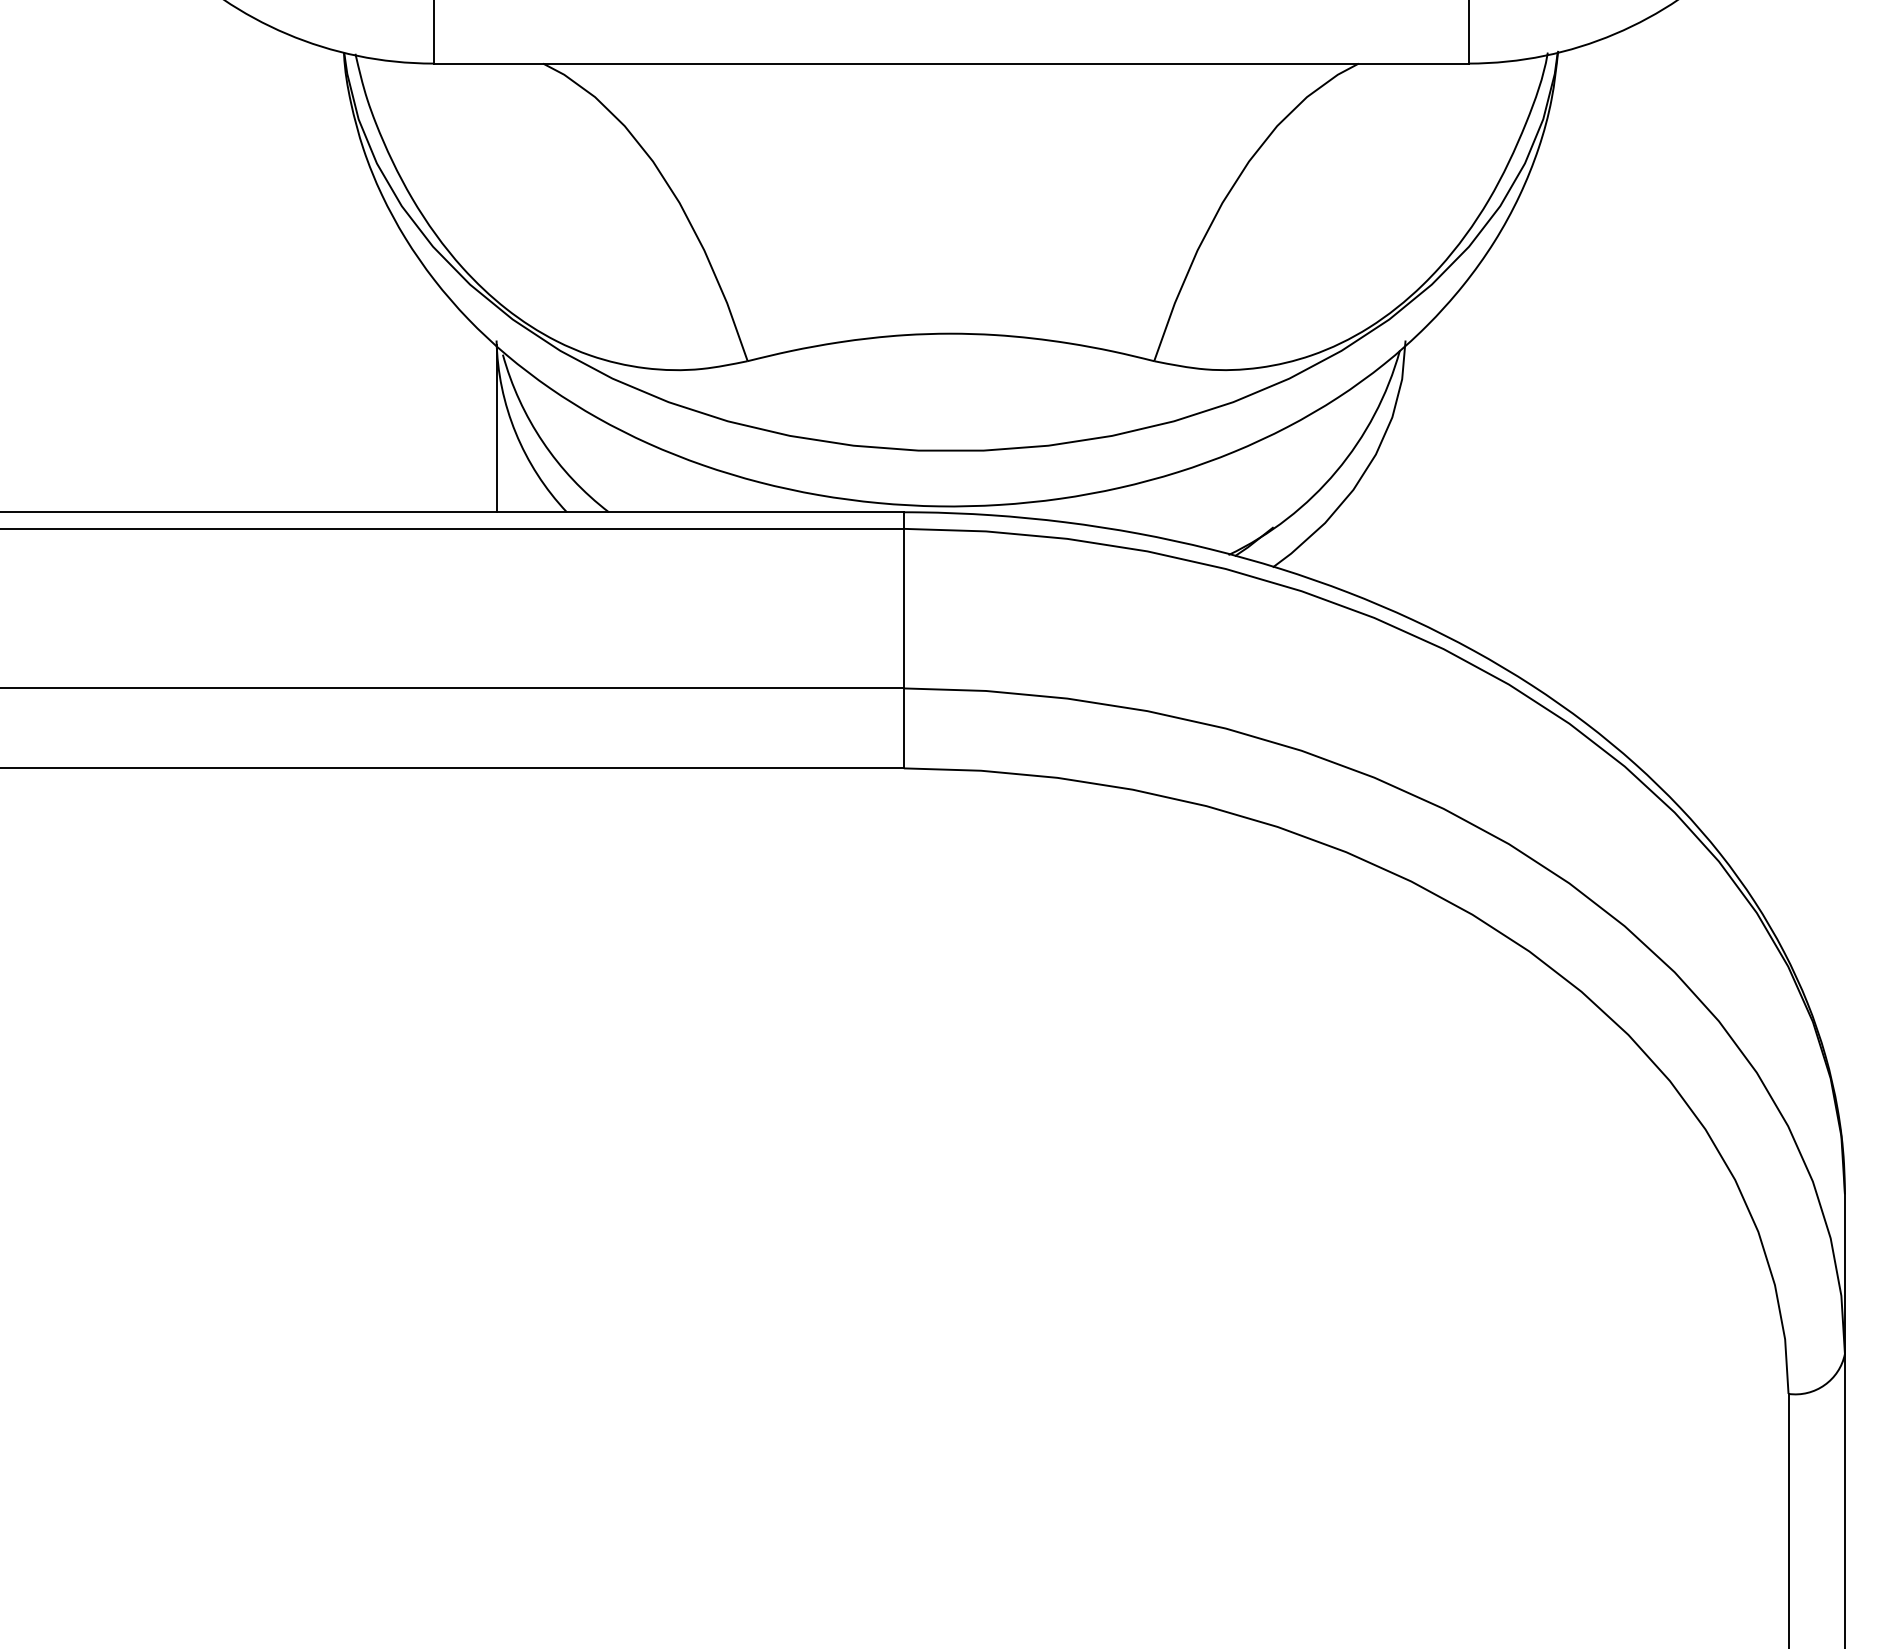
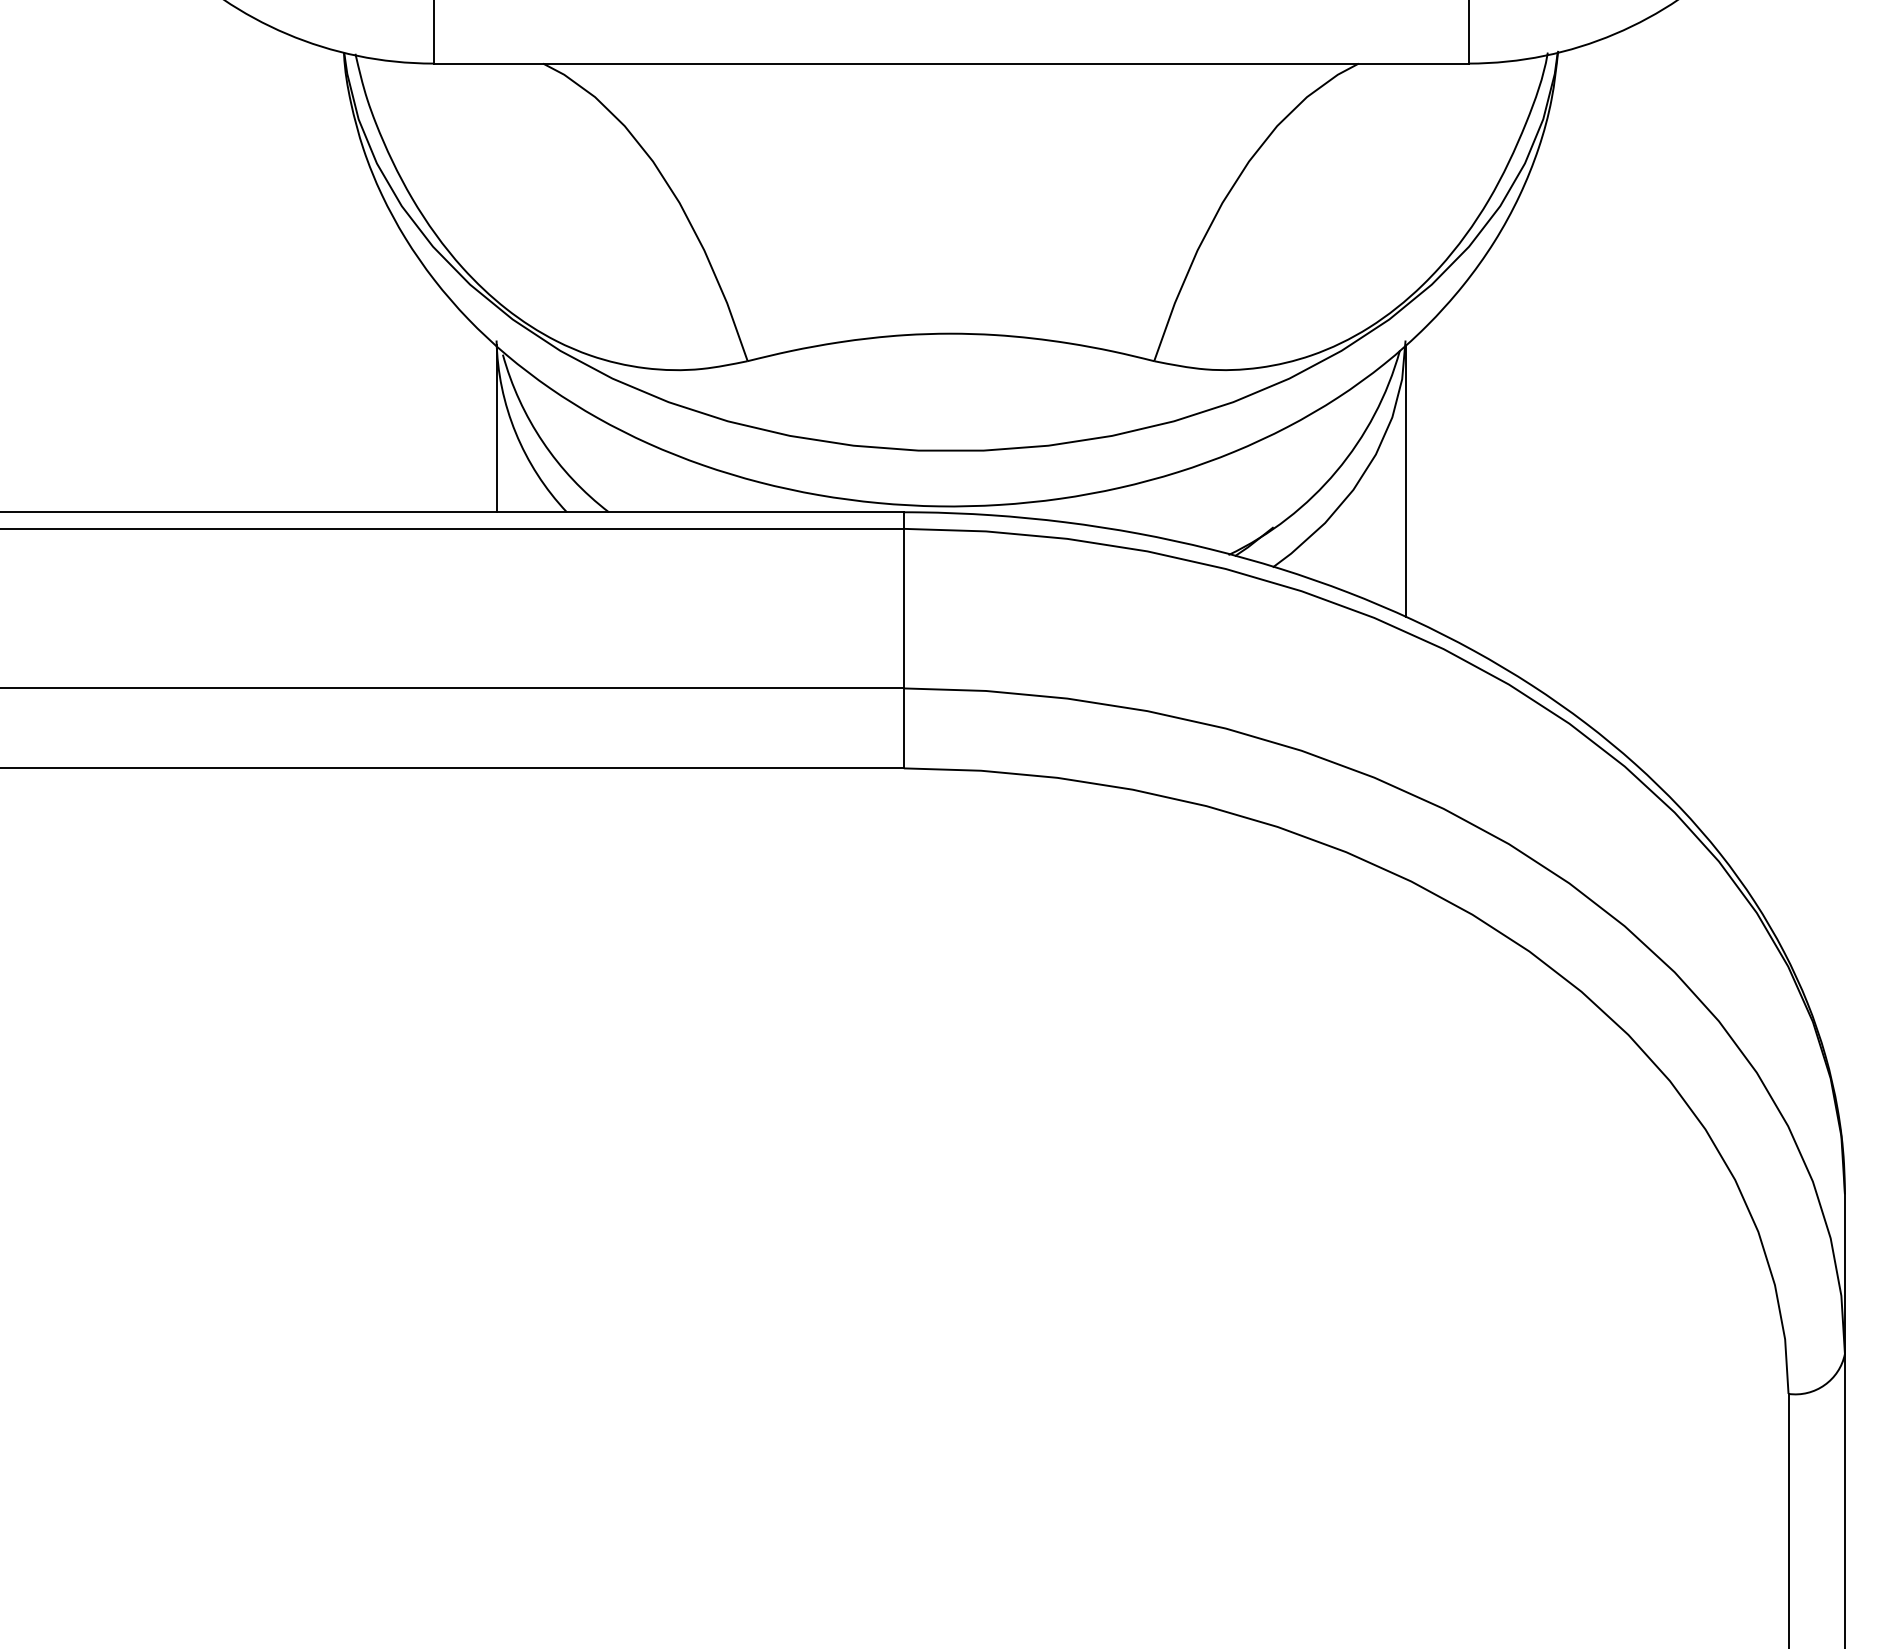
line at (1405, 480): none -> present
